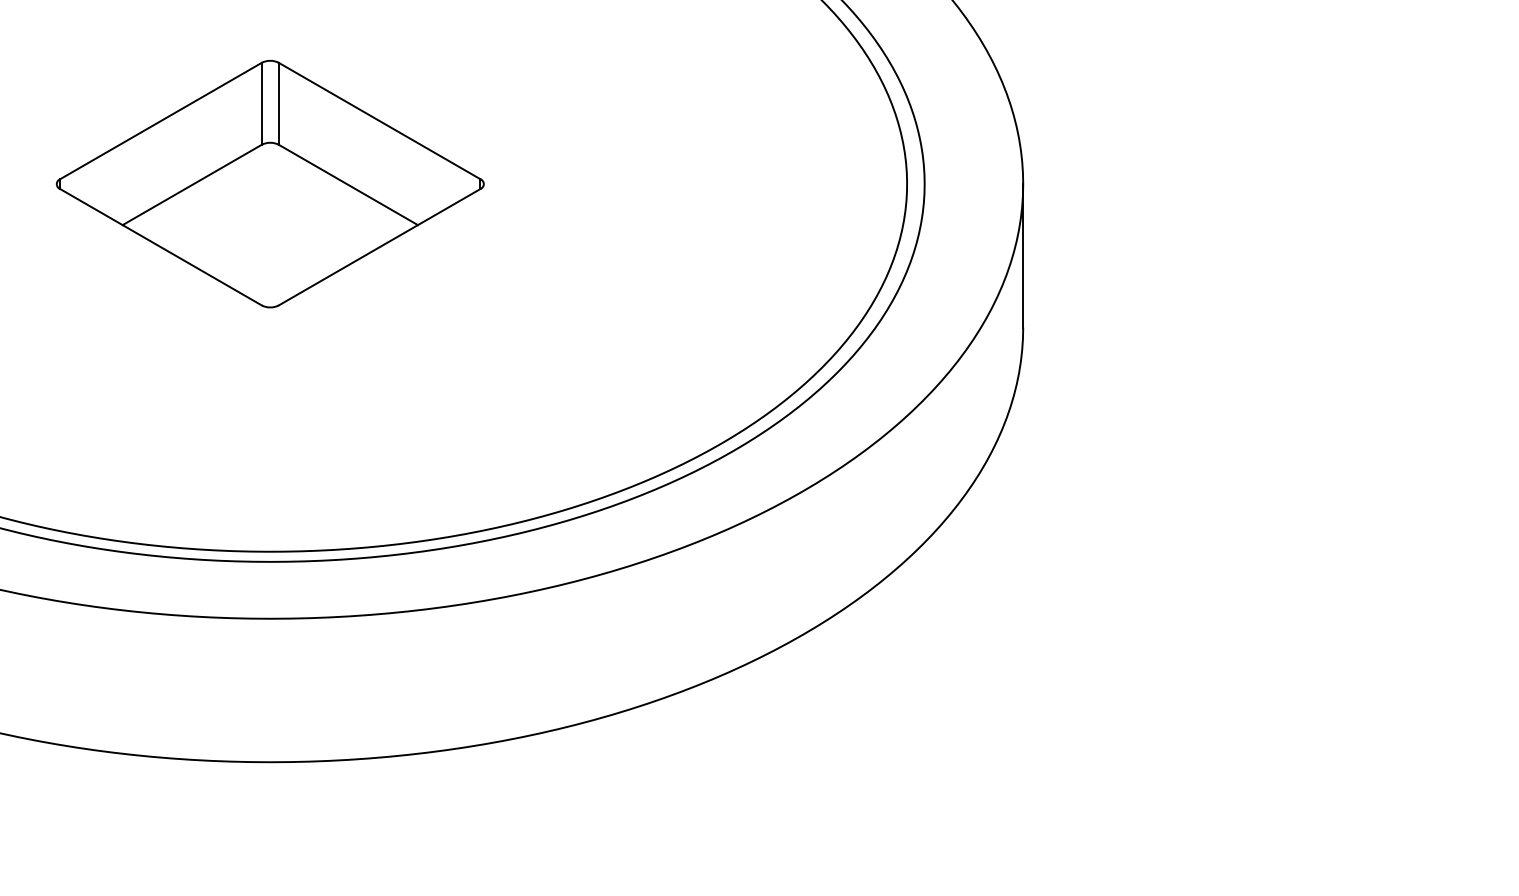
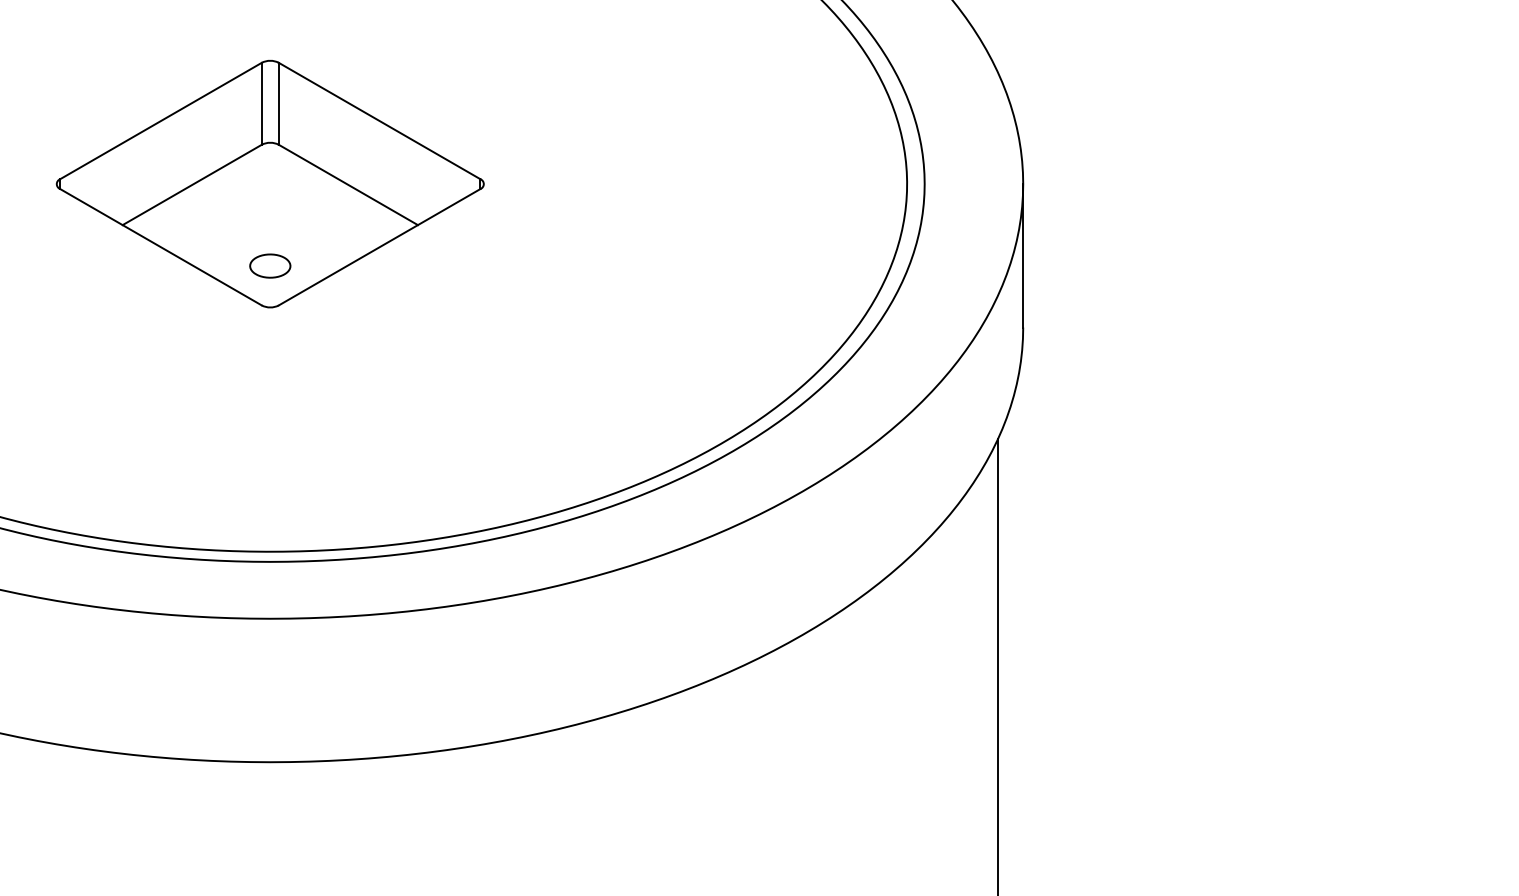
part at (270, 265): none -> present
line at (998, 665): none -> present
